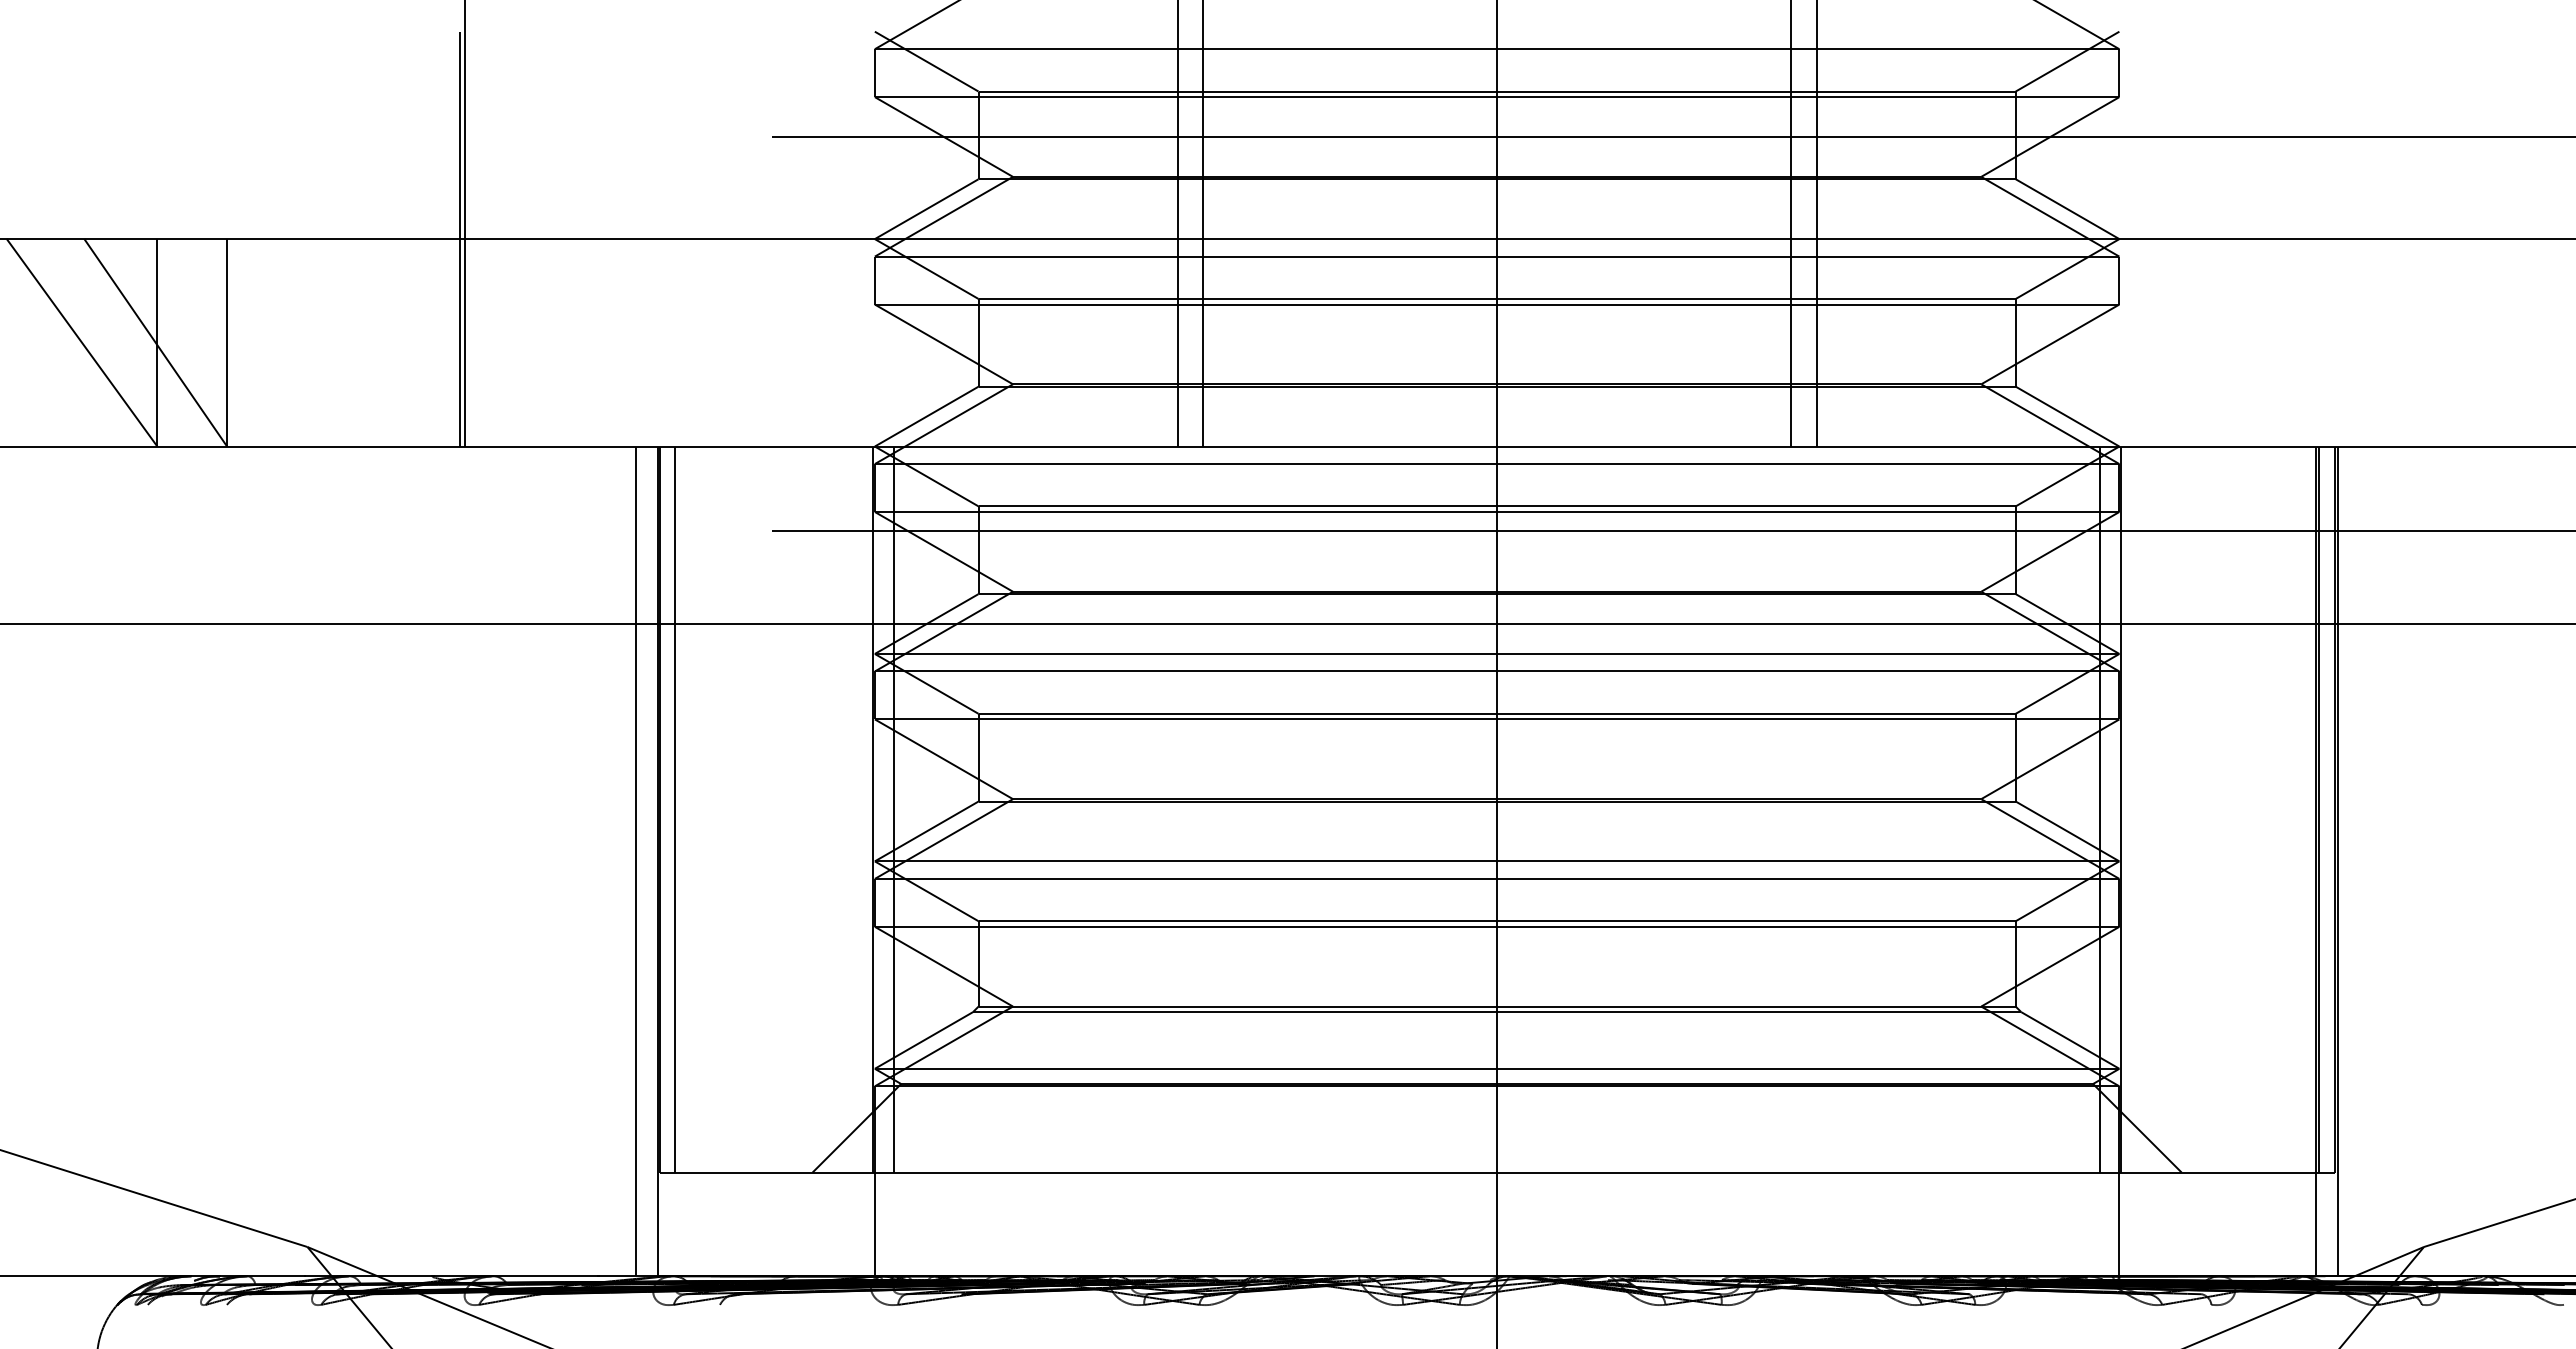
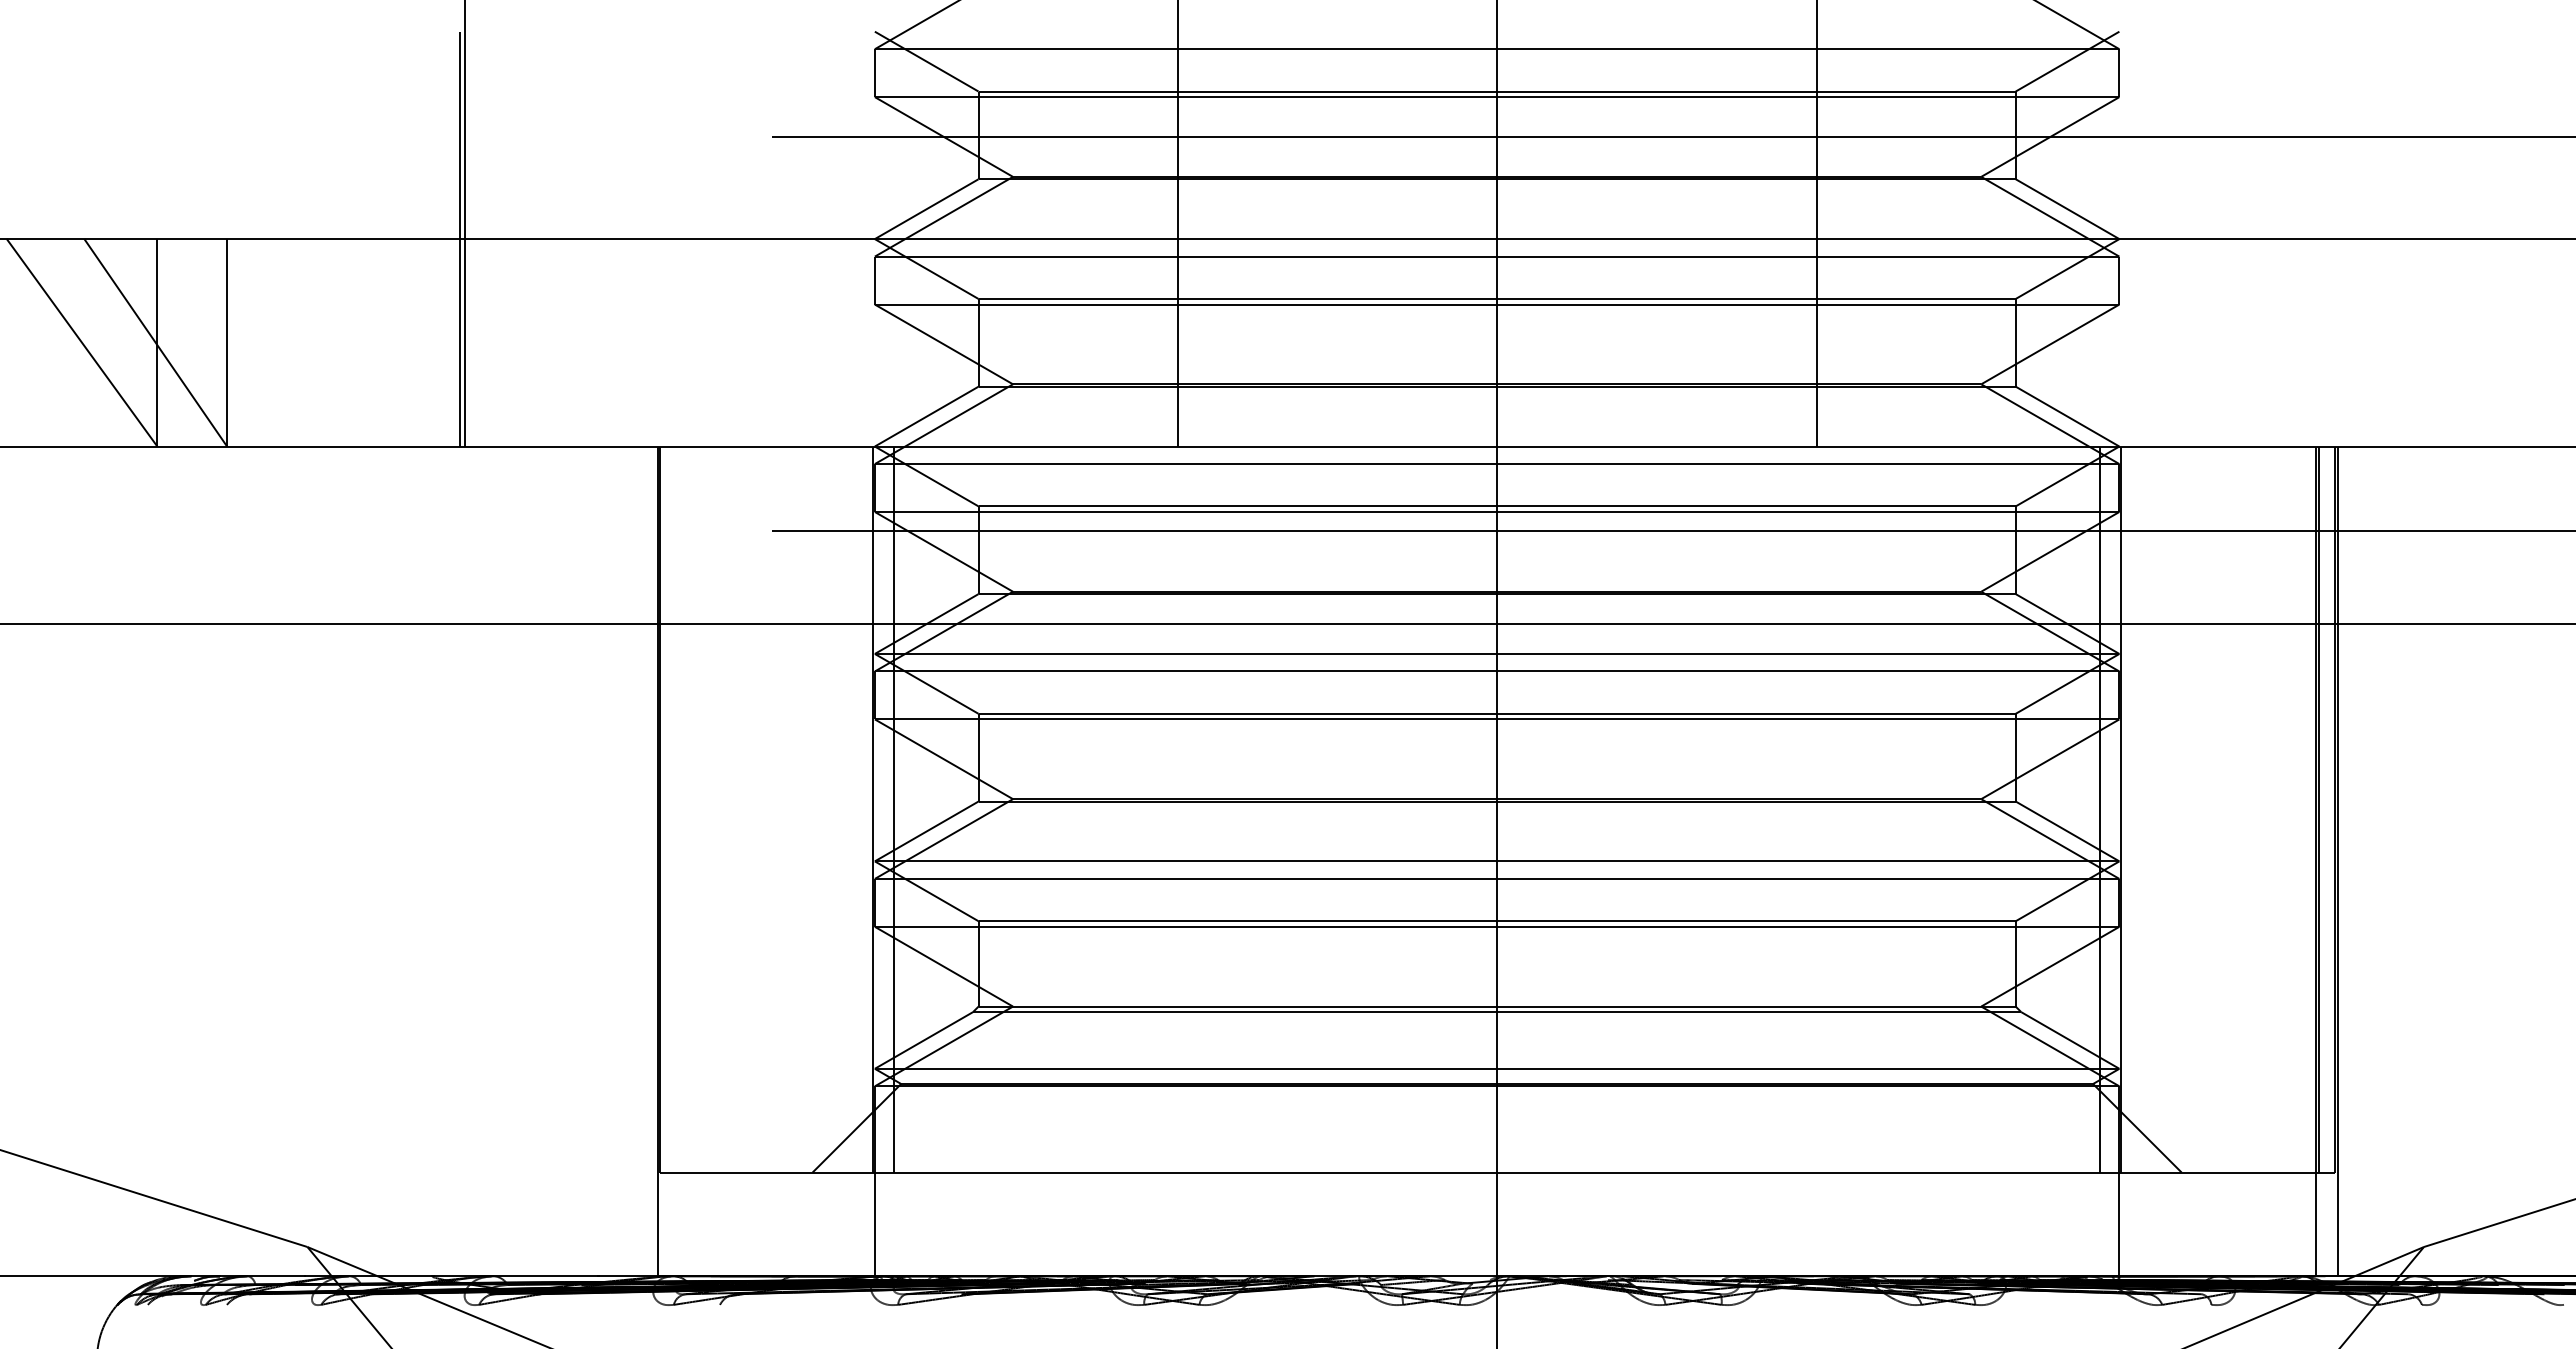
line at (1203, 224): present -> none
line at (1791, 224): present -> none
line at (675, 809): present -> none
line at (635, 861): present -> none
